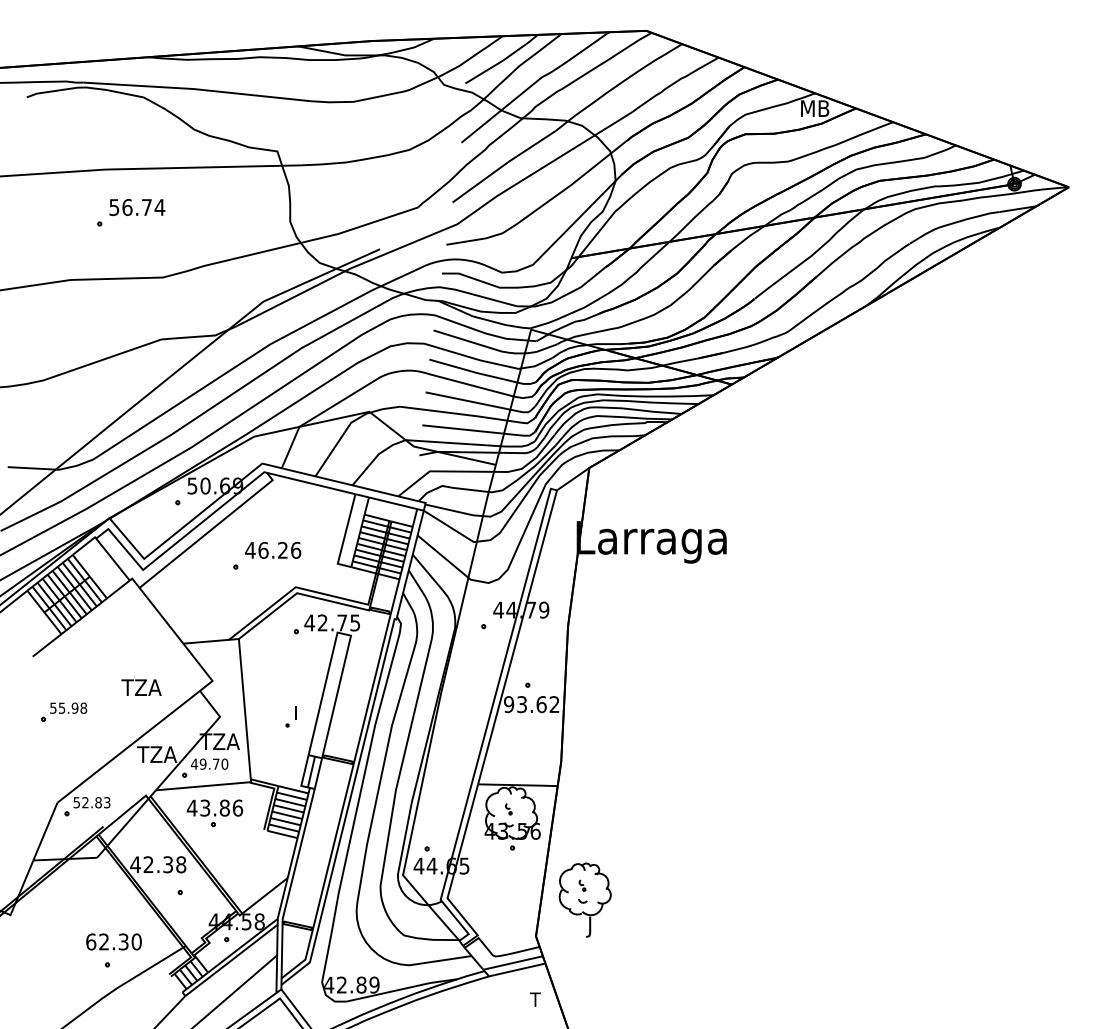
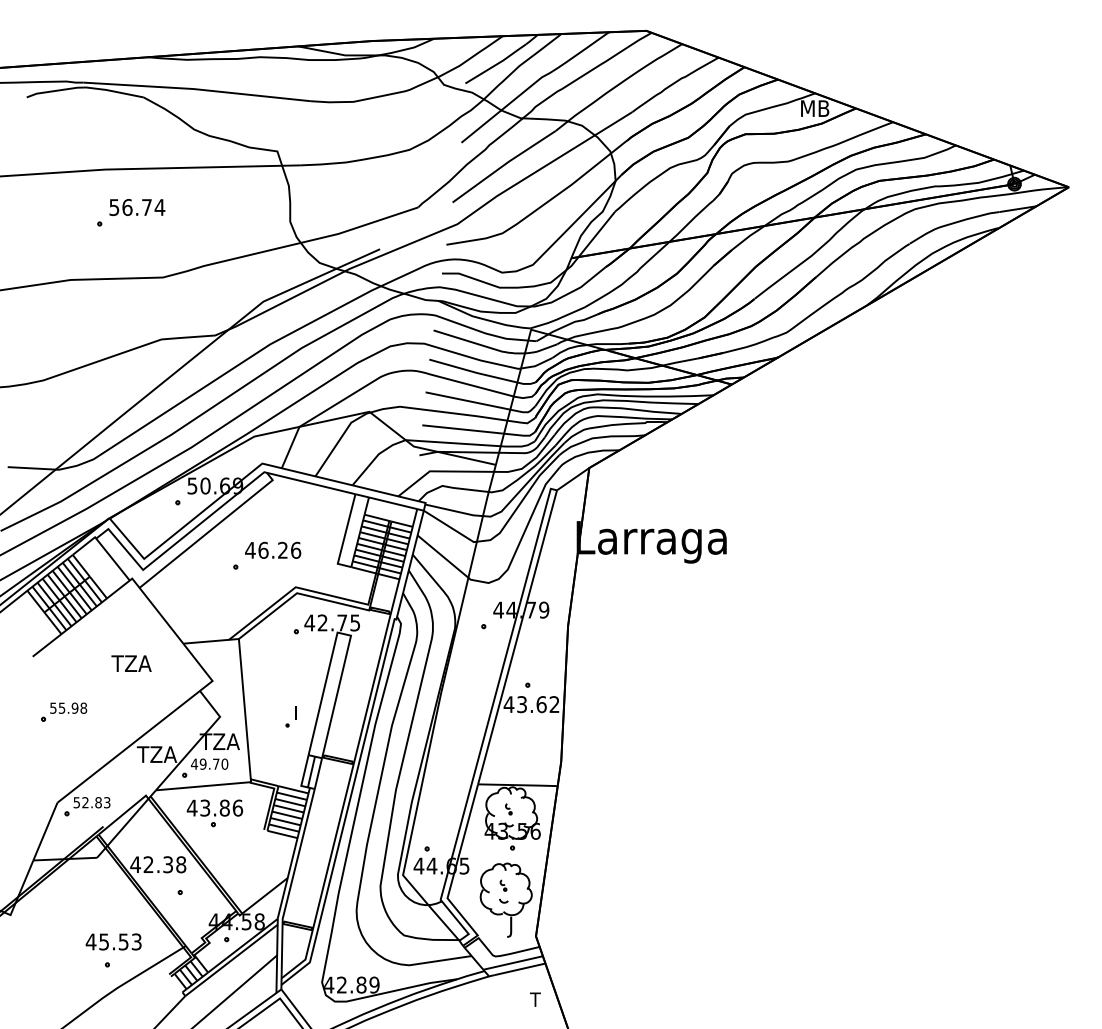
text at (141, 687) position: (141, 687) -> (131, 663)
text at (508, 704): 93.62 -> 43.62
part at (584, 899) position: (584, 899) -> (505, 899)
text at (113, 941): 62.30 -> 45.53
